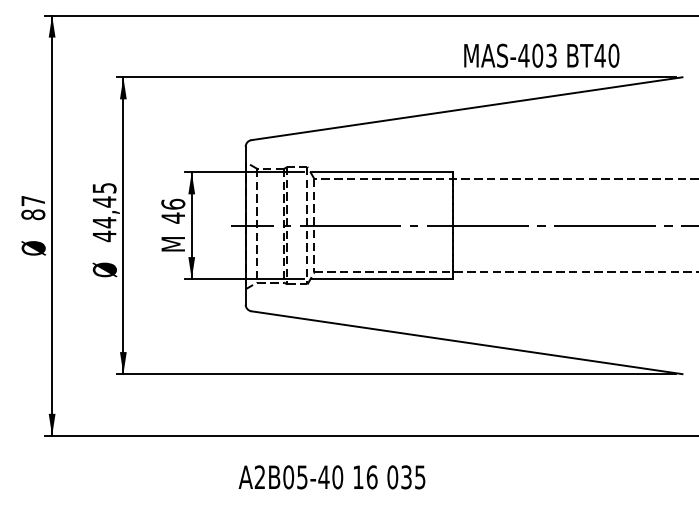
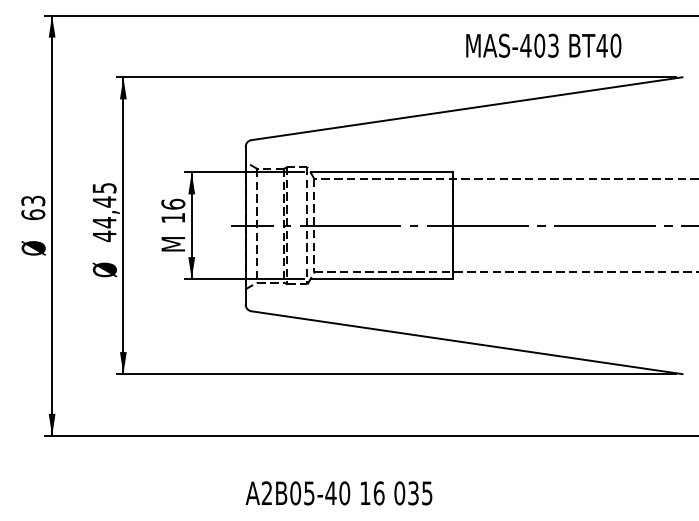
text at (541, 55) position: (541, 55) -> (543, 45)
text at (33, 207): 87 -> 63
text at (172, 217): 46 -> 16
text at (331, 477) position: (331, 477) -> (338, 493)
